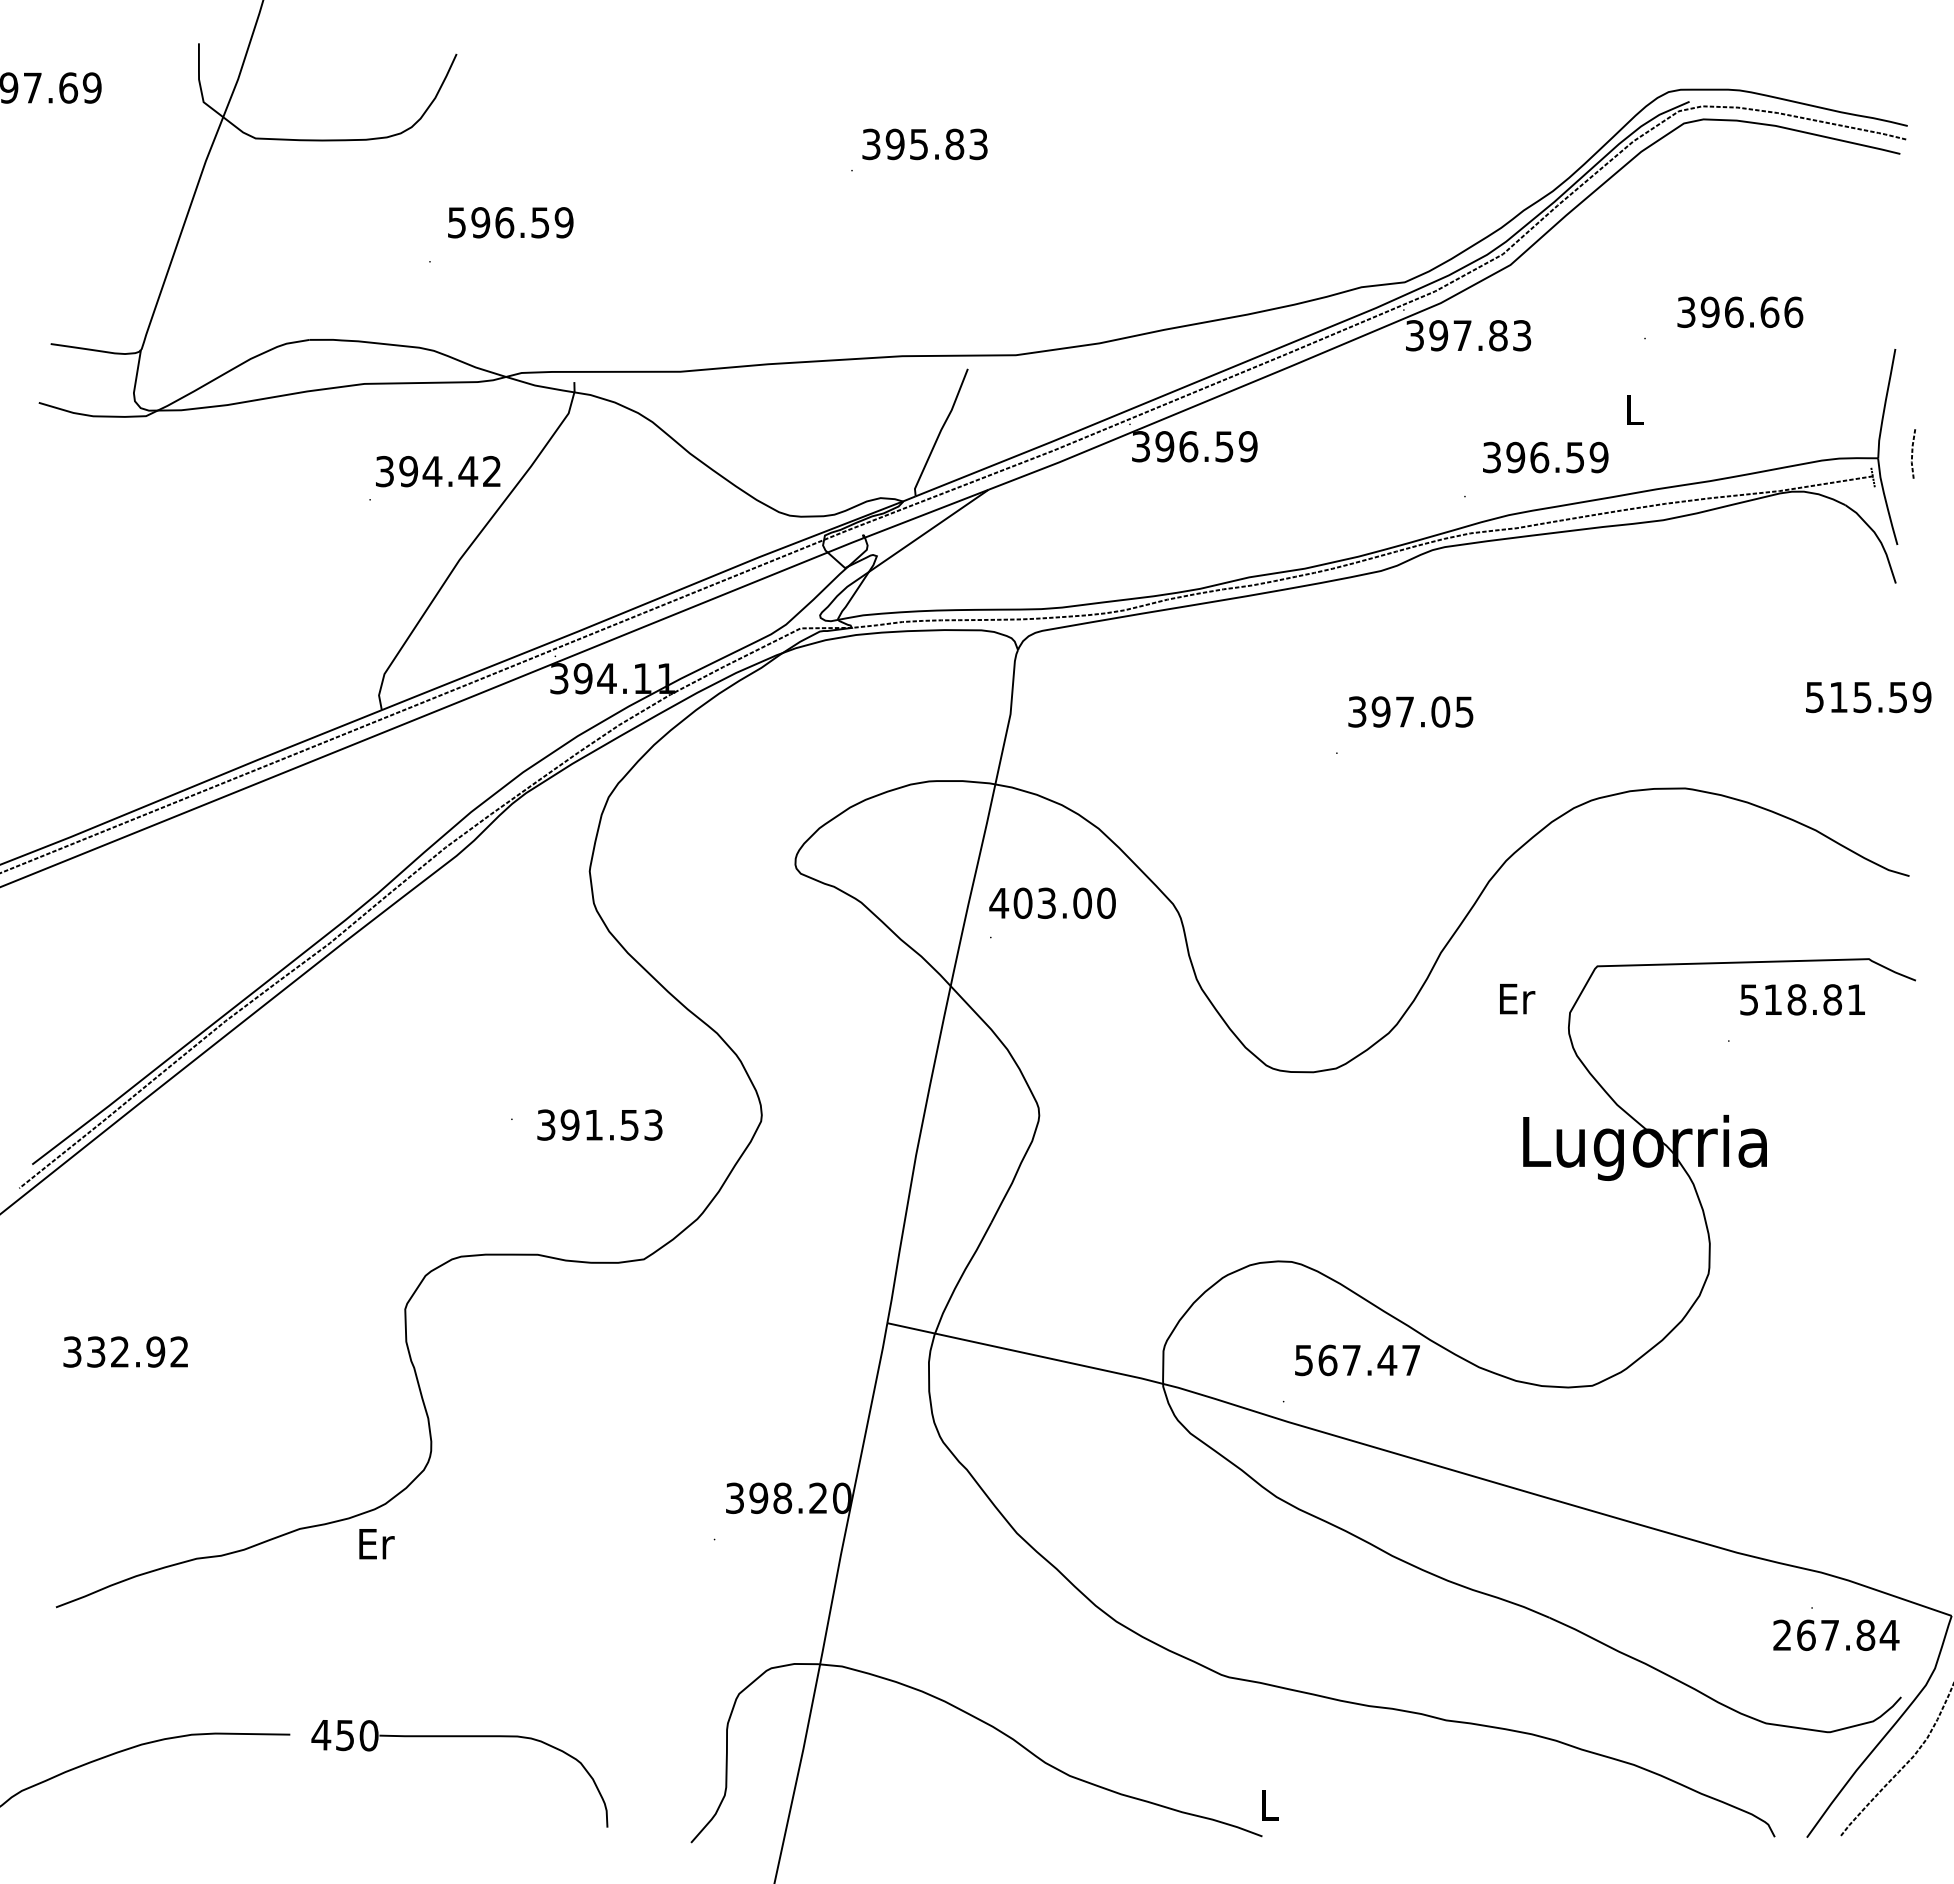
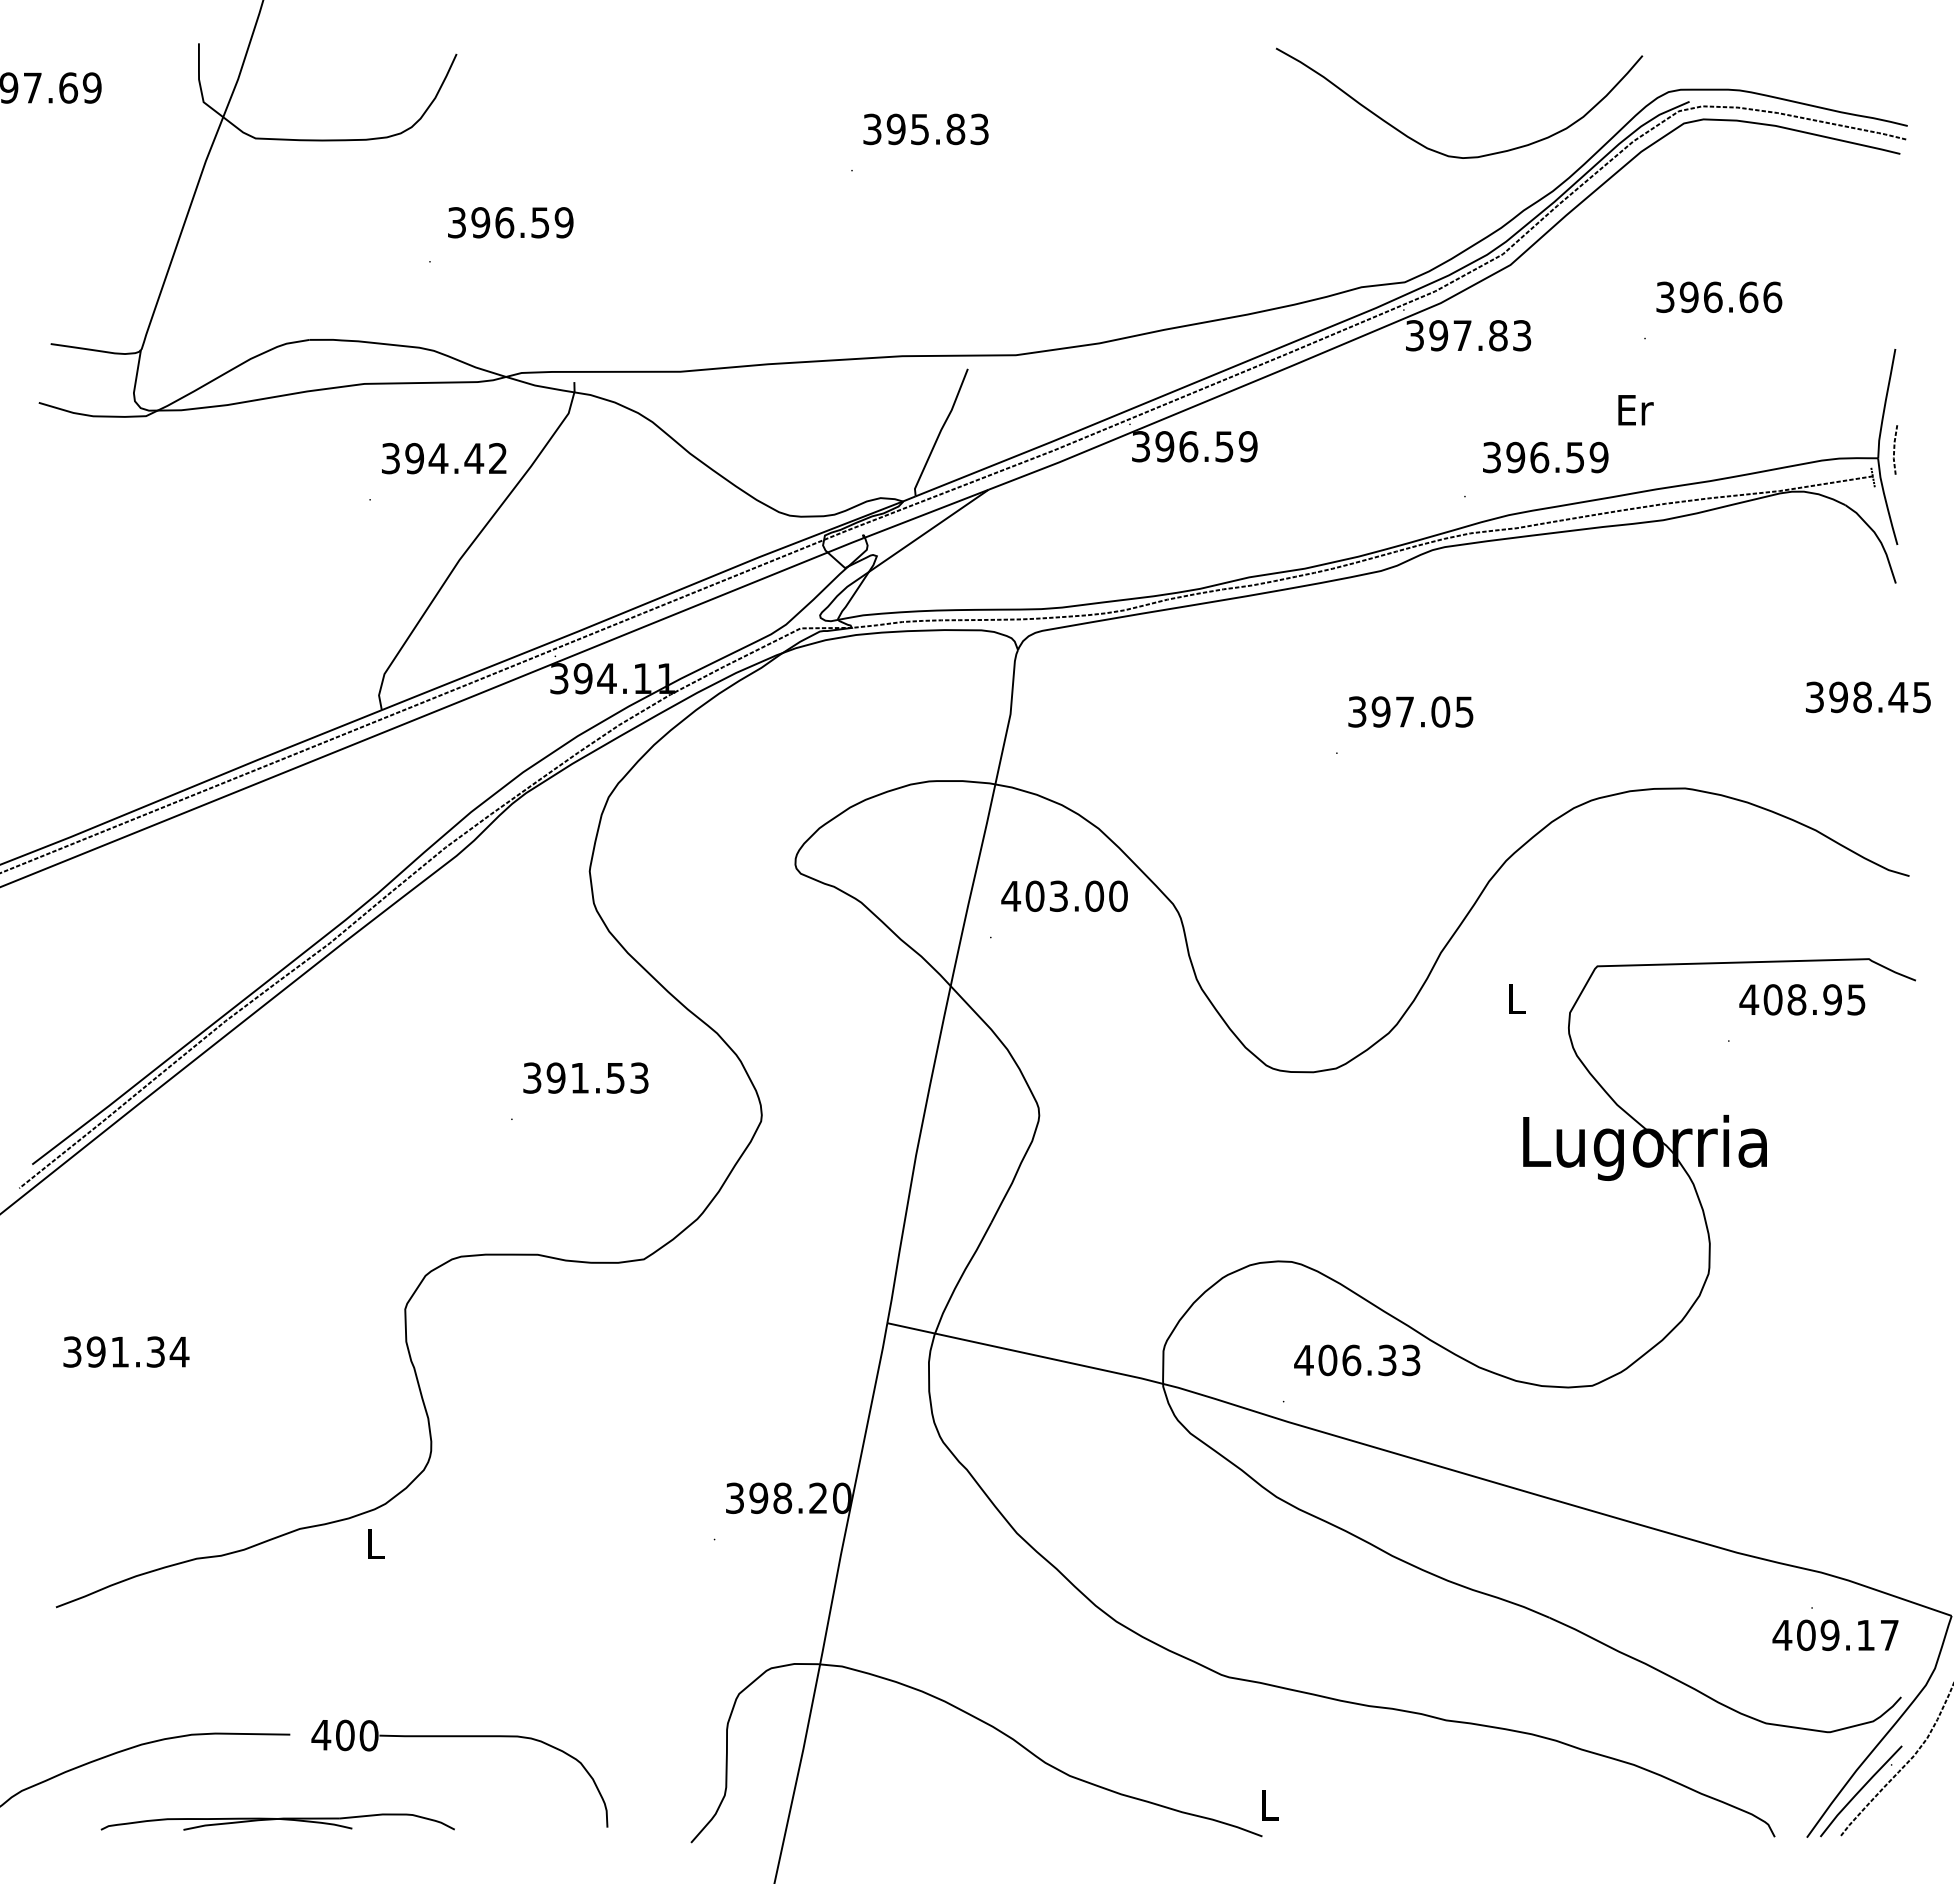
text at (924, 144) position: (924, 144) -> (925, 129)
curve at (1441, 152): none -> present
text at (456, 222): 596.59 -> 396.59
text at (1740, 311) position: (1740, 311) -> (1719, 296)
text at (1635, 410): L -> Er
line at (1913, 452) position: (1913, 452) -> (1895, 448)
text at (438, 471) position: (438, 471) -> (444, 458)
text at (1868, 697): 515.59 -> 398.45
text at (1052, 902) position: (1052, 902) -> (1064, 895)
text at (1517, 998): Er -> L
text at (1802, 999): 518.81 -> 408.95
text at (599, 1124) position: (599, 1124) -> (585, 1077)
text at (137, 1351): 332.92 -> 391.34
text at (1357, 1360): 567.47 -> 406.33
text at (376, 1544): Er -> L
text at (1835, 1635): 267.84 -> 409.17
text at (345, 1735): 450 -> 400
part at (1861, 1791): none -> present
part at (277, 1821): none -> present
